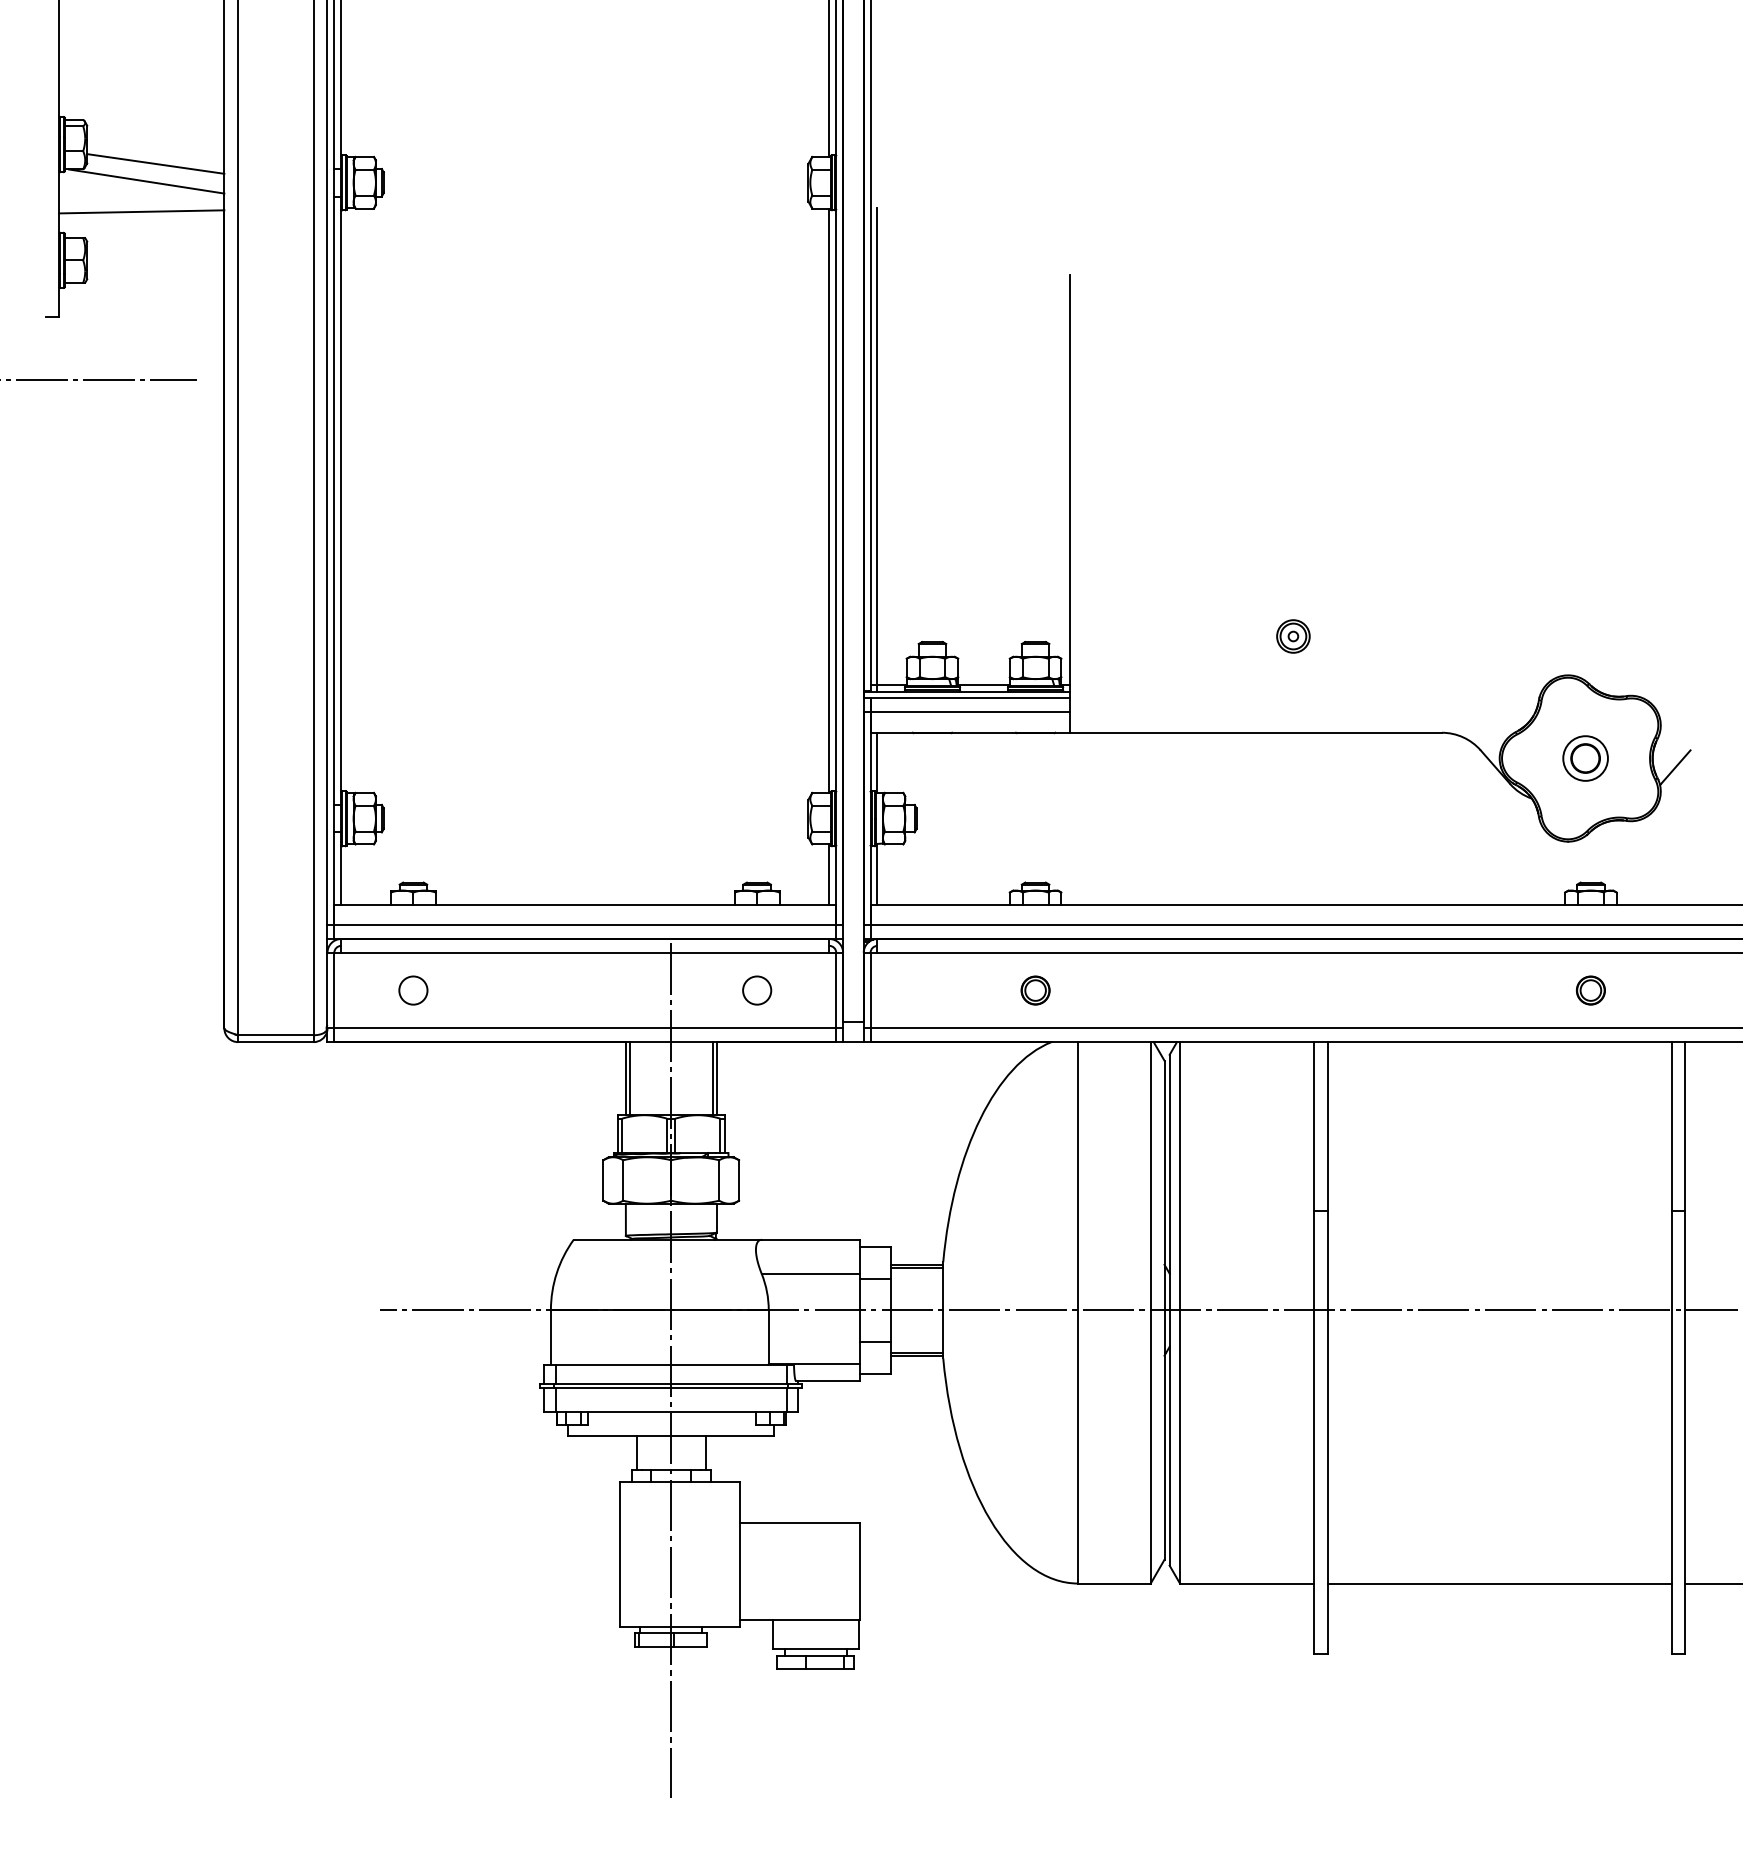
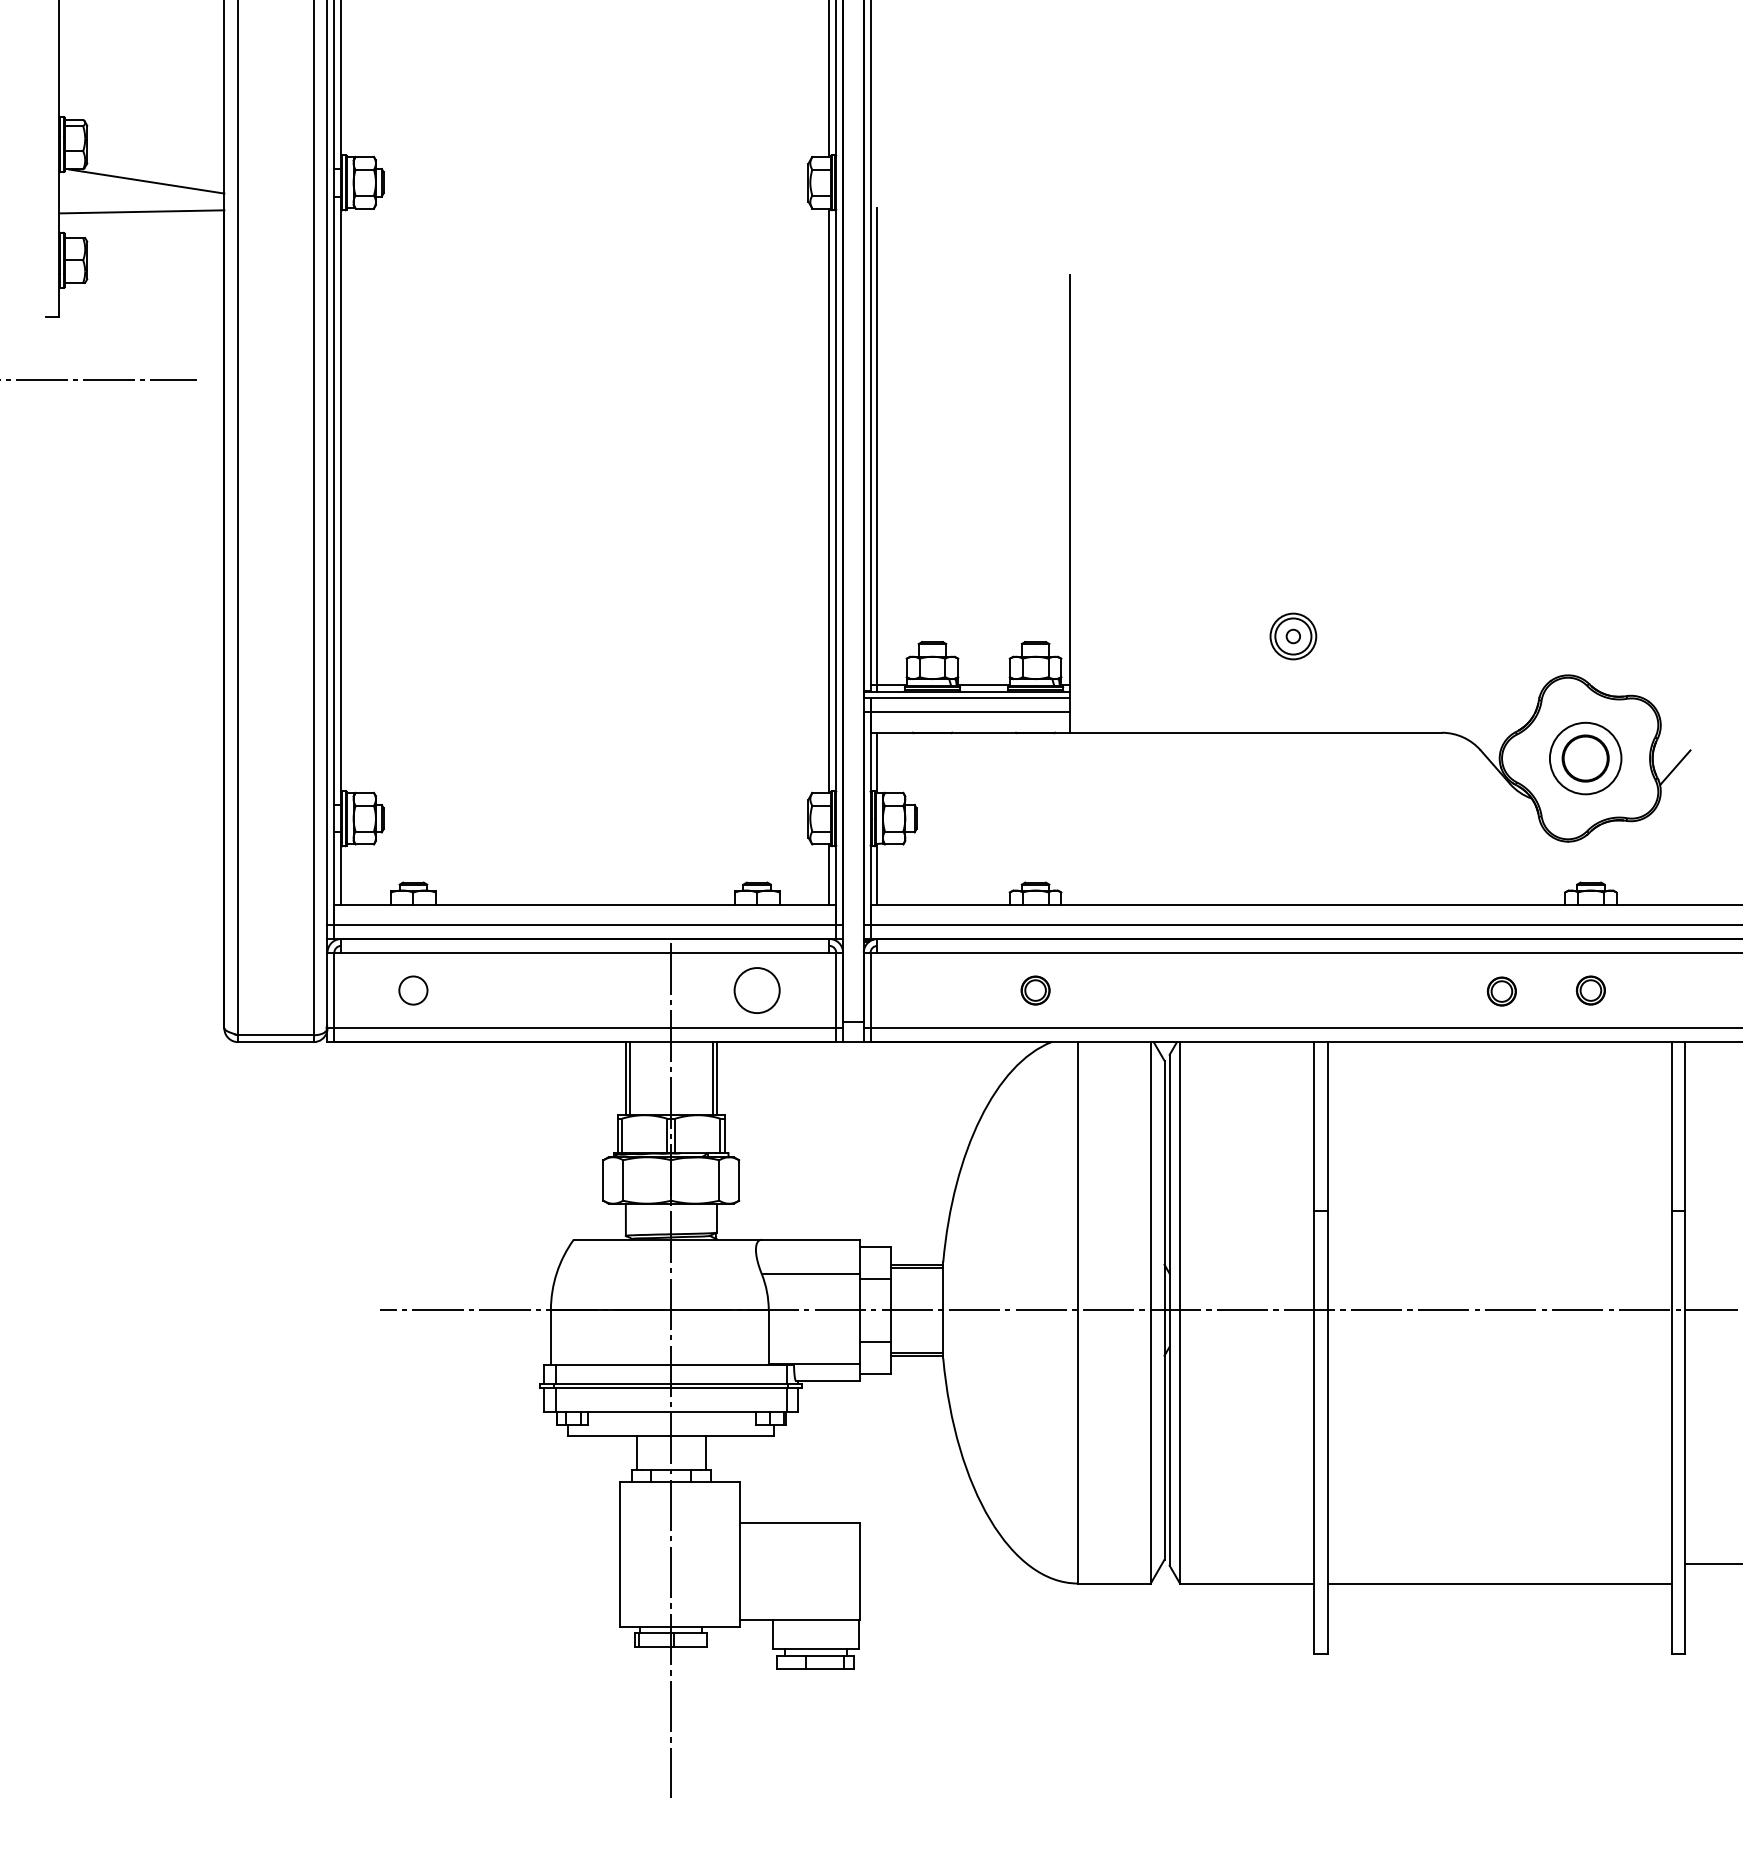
line at (155, 163): present -> none
part at (1293, 636) size: 35x35 px -> 49x49 px
part at (1585, 758) size: 47x47 px -> 74x75 px
circle at (757, 990) diameter: 28 px -> 45 px
part at (1501, 991): none -> present
line at (1712, 1583) position: (1712, 1583) -> (1712, 1563)
